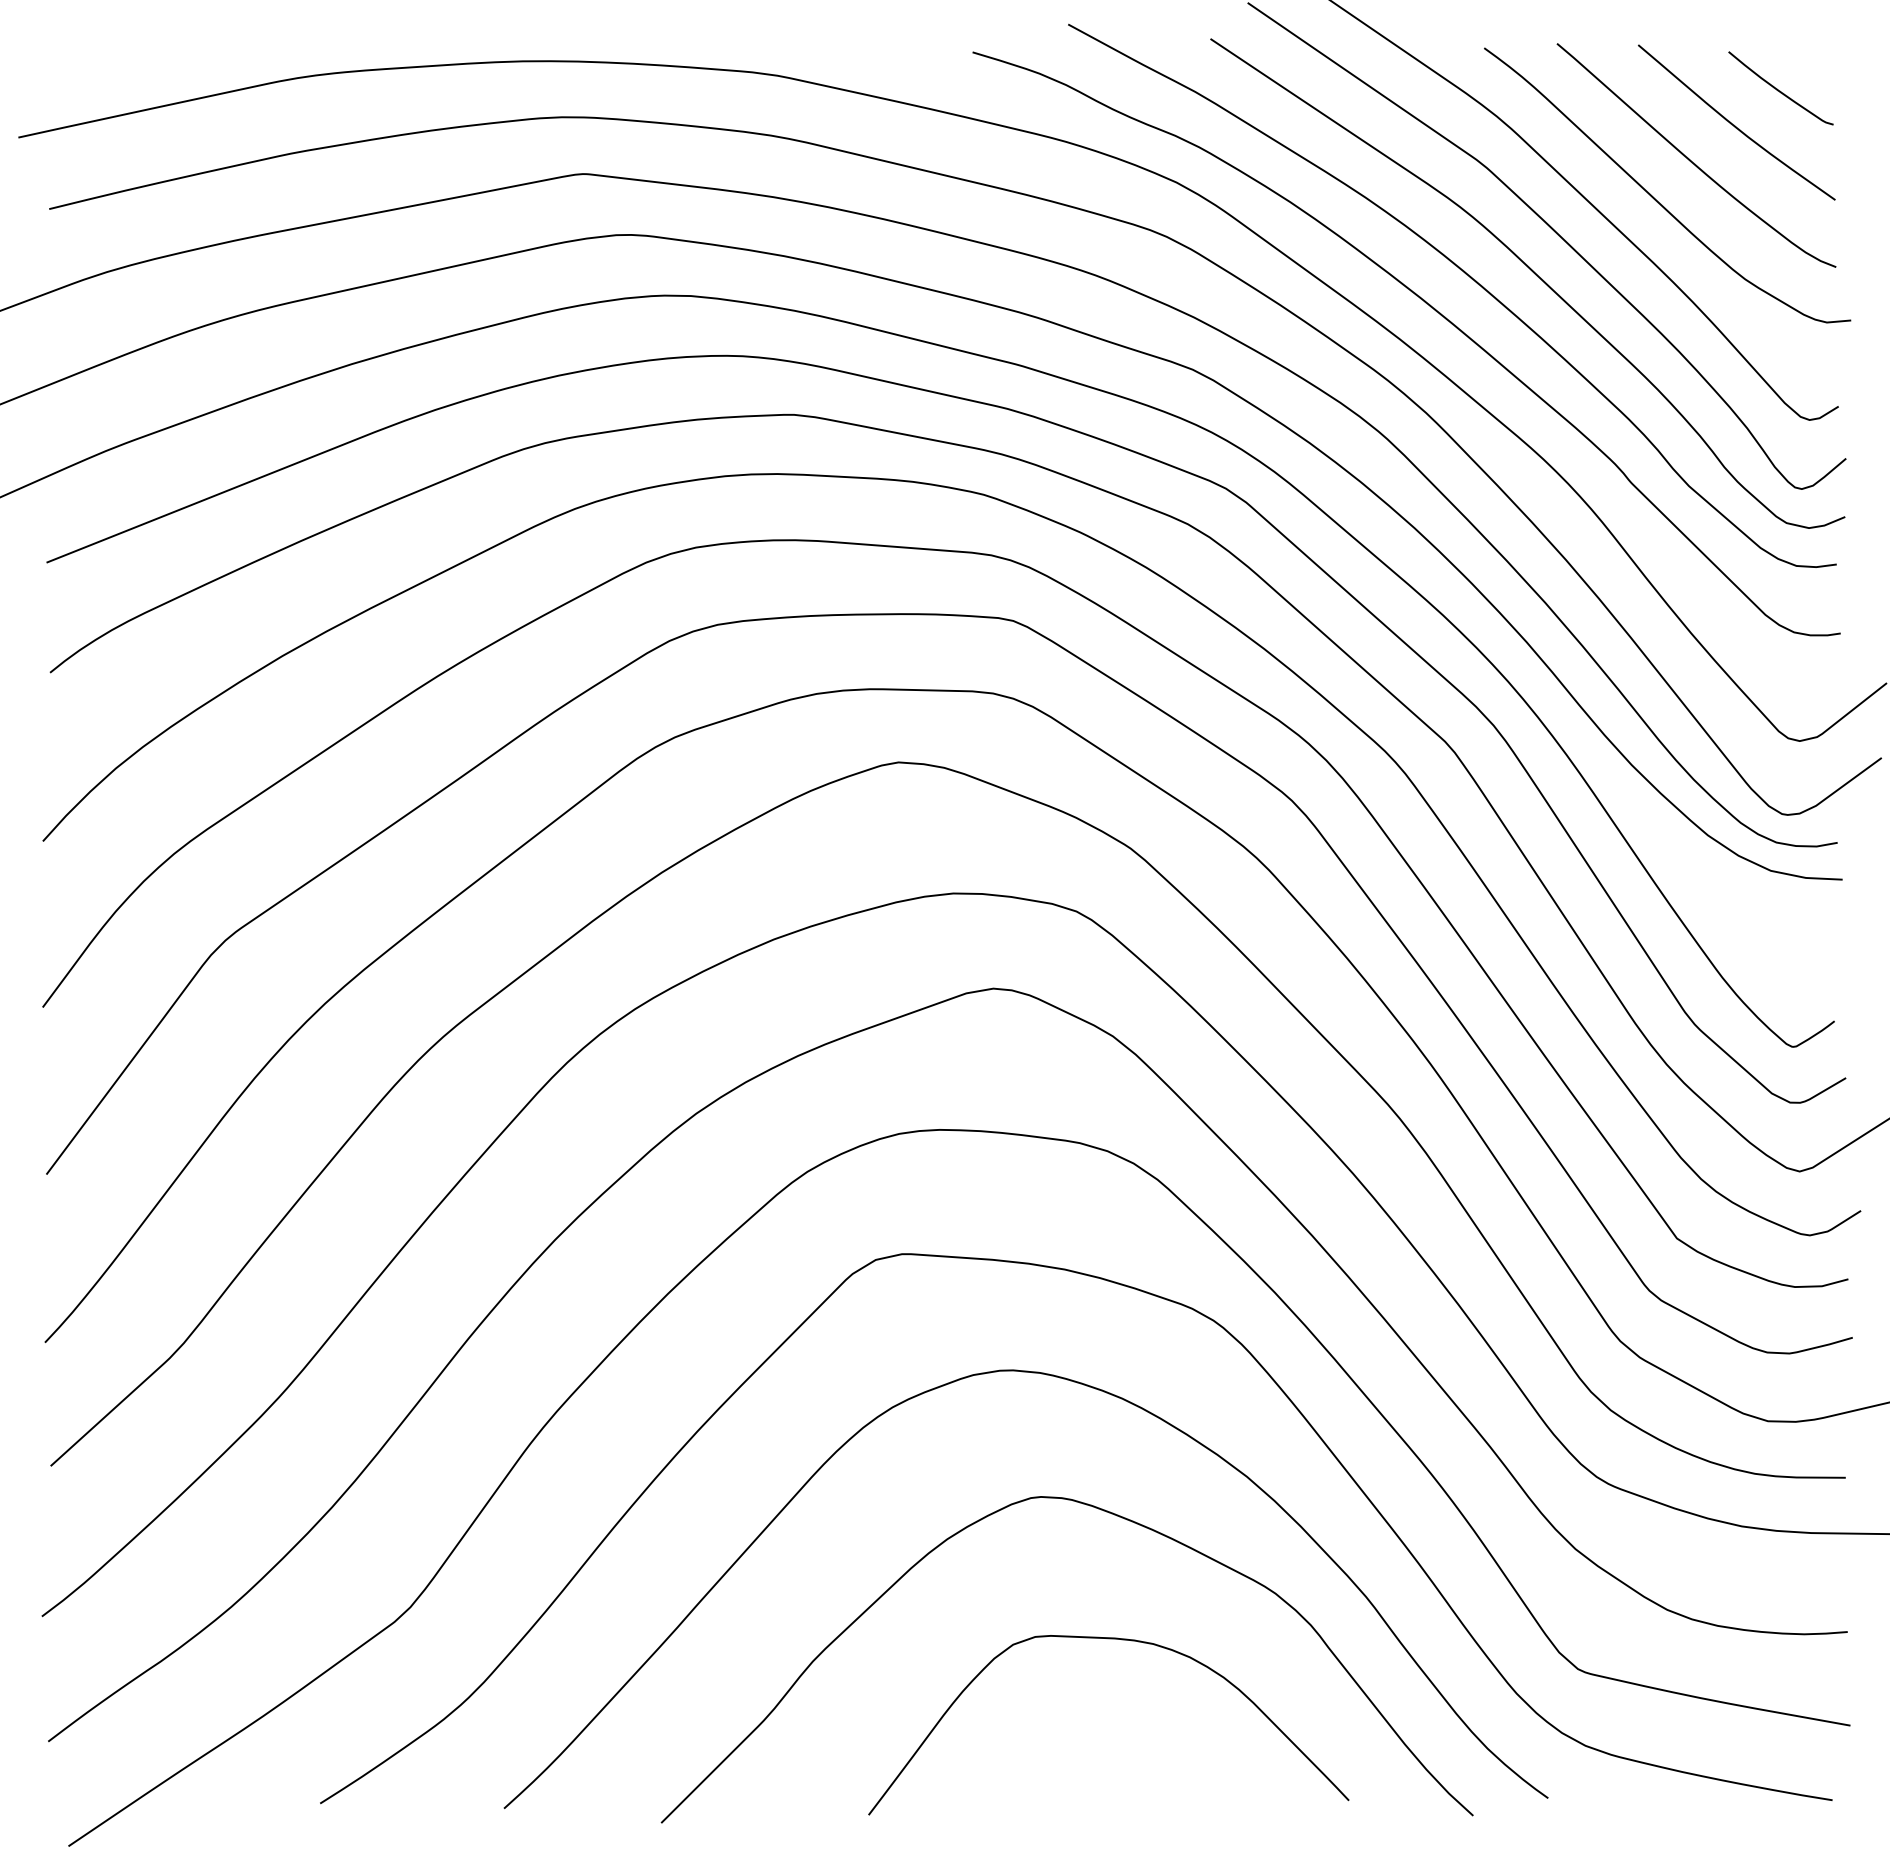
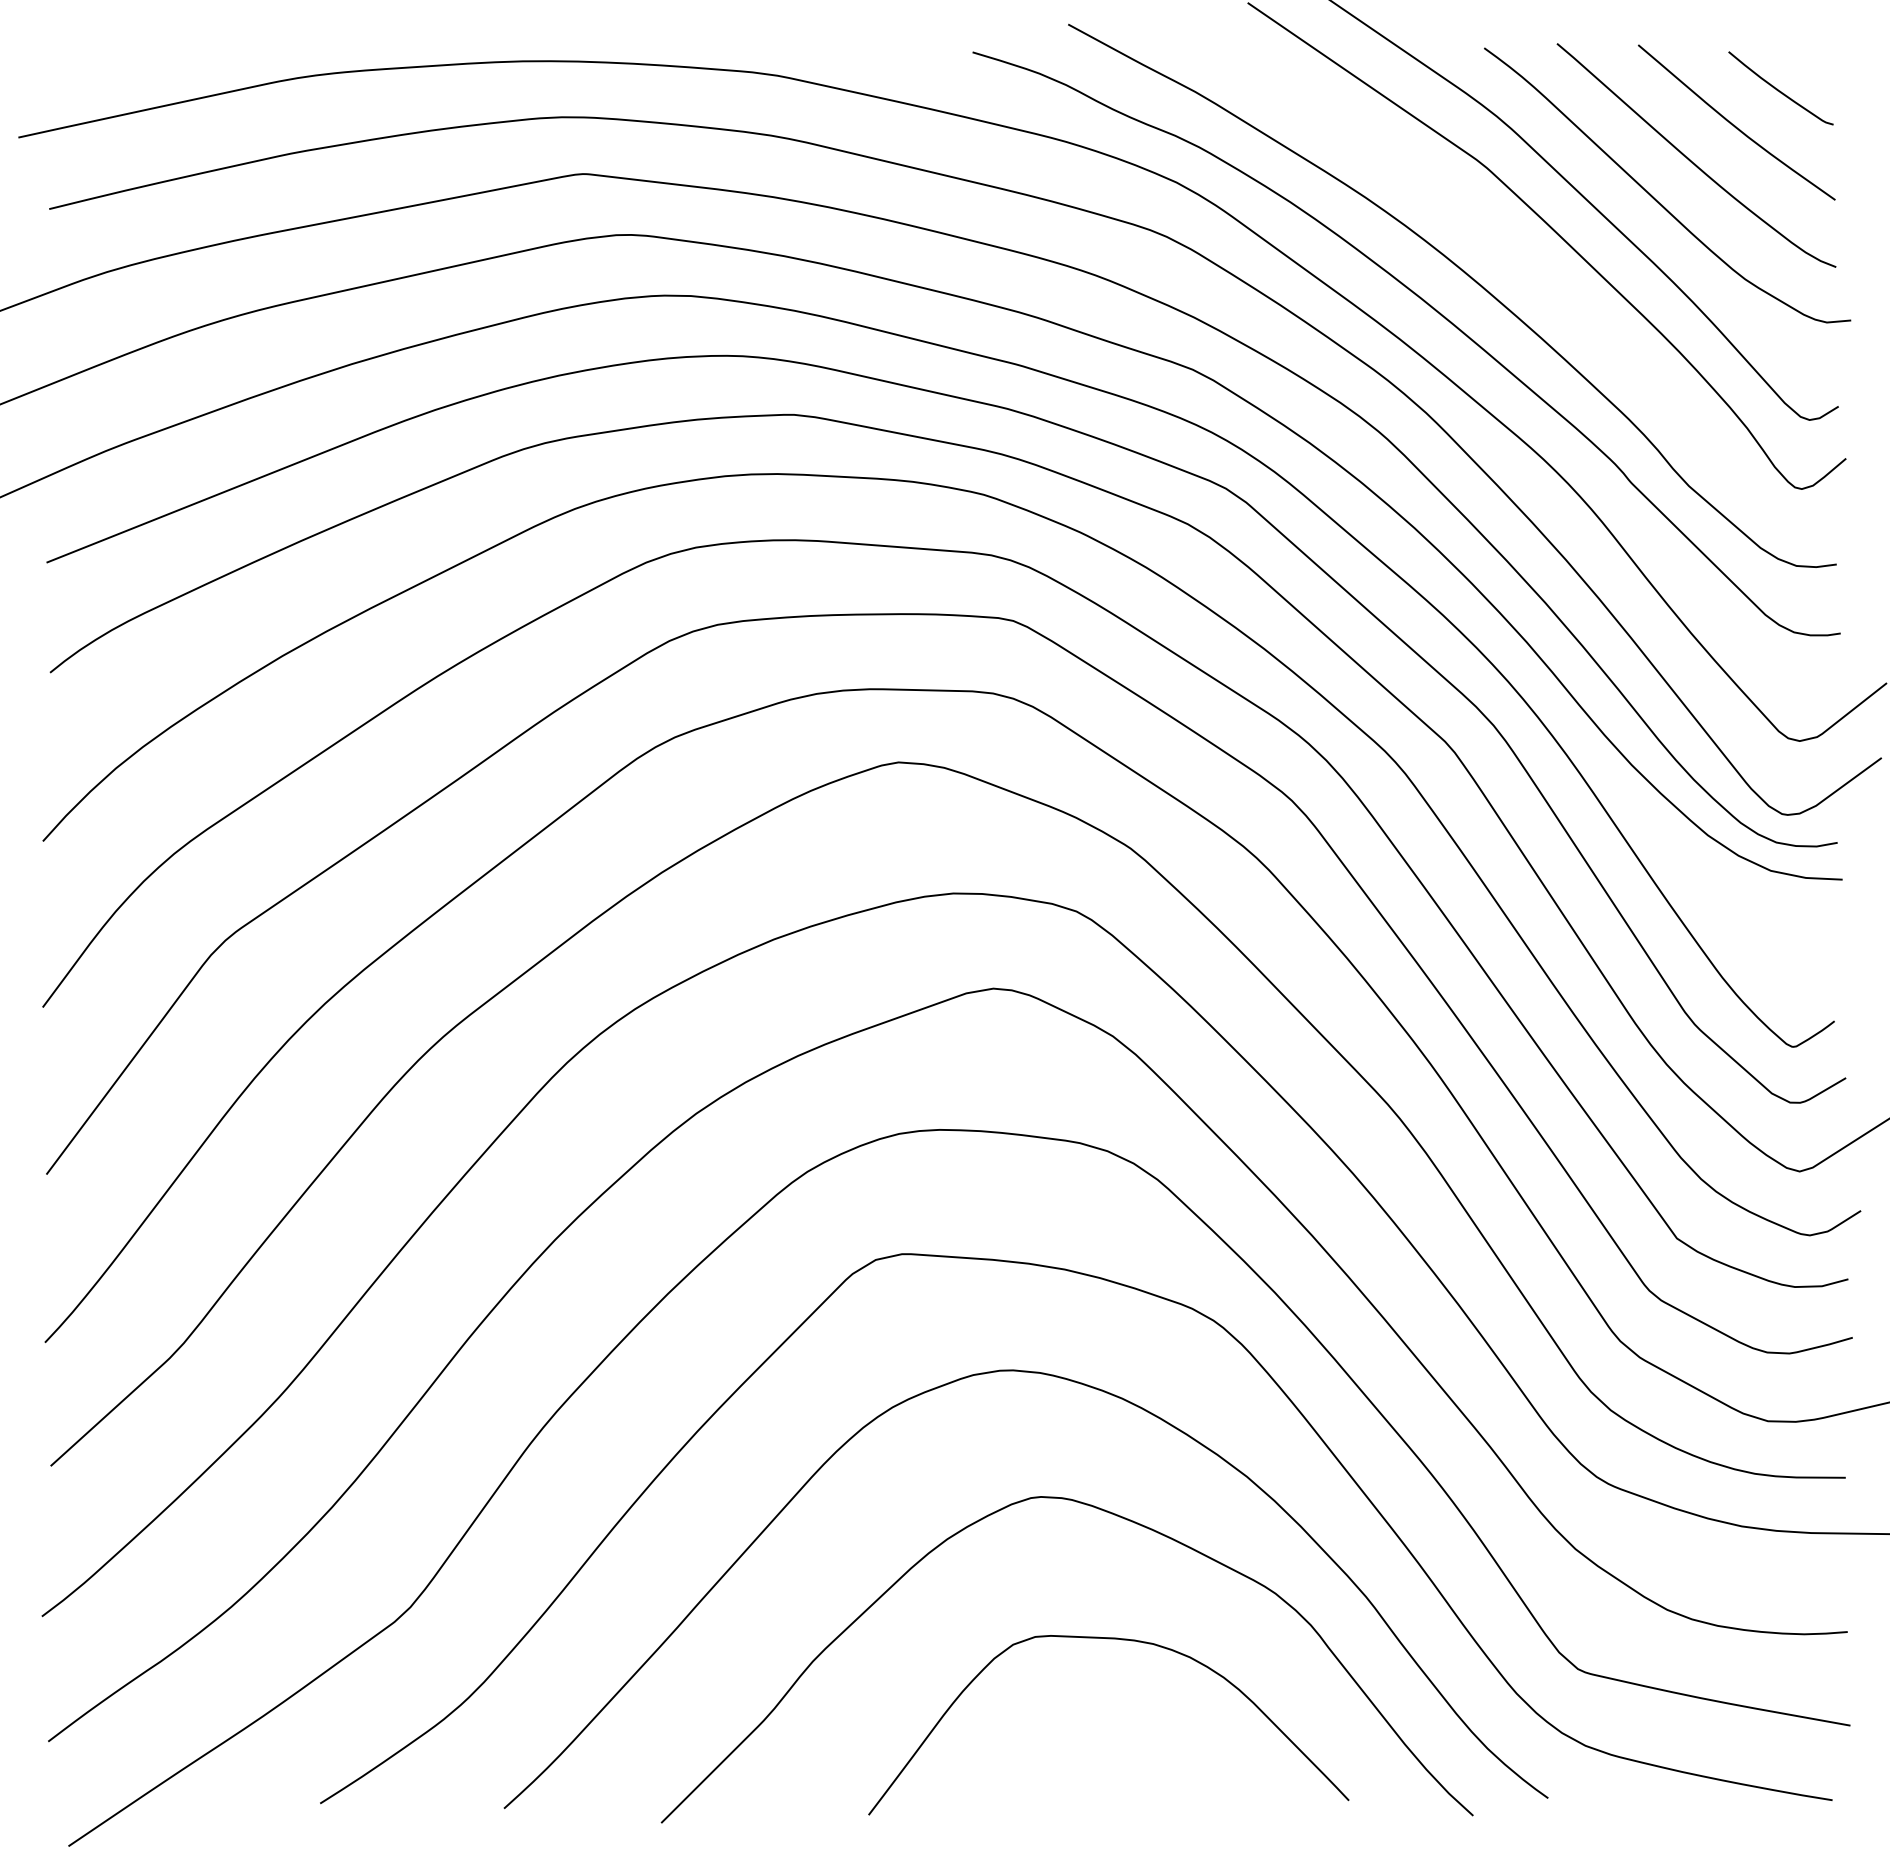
curve at (1535, 275): present -> none
